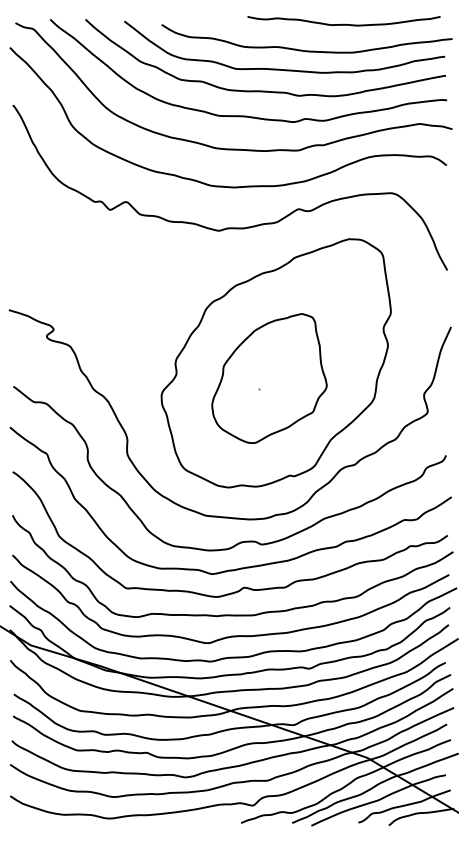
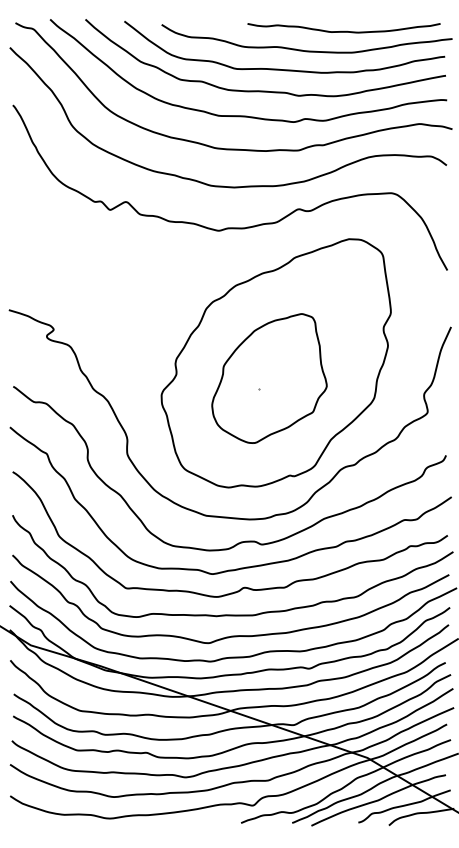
curve at (344, 23) position: (344, 23) -> (344, 30)
